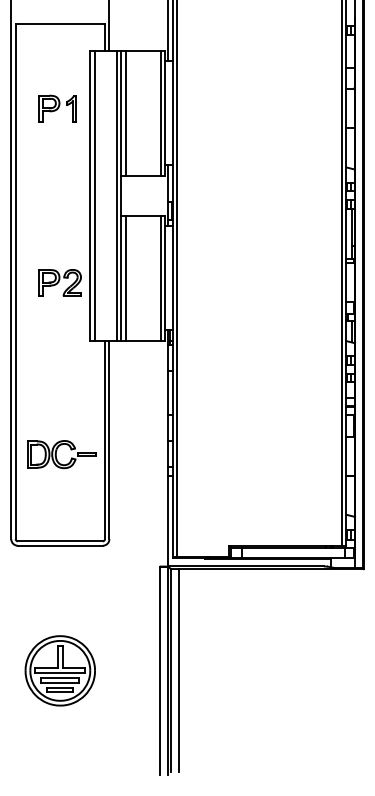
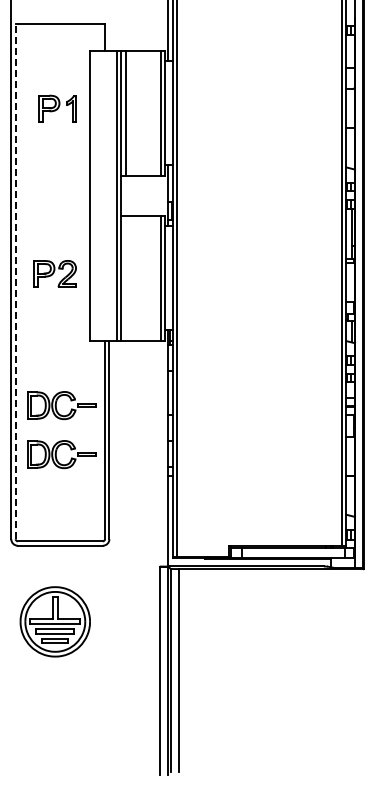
line at (109, 26): present -> none
line at (94, 195): present -> none
line at (125, 277): present -> none
line at (15, 281): solid -> dashed
part at (59, 282) position: (59, 282) -> (54, 273)
part at (61, 405): none -> present
part at (59, 670) position: (59, 670) -> (54, 621)
